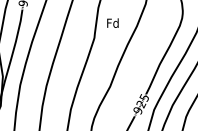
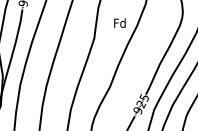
text at (112, 22) position: (112, 22) -> (119, 22)
